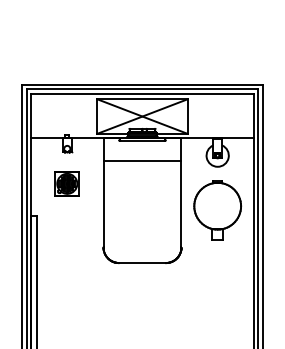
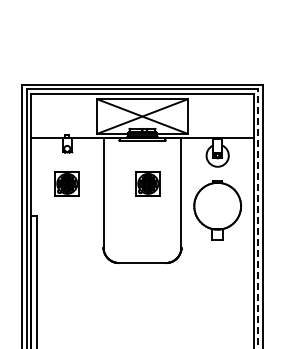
line at (142, 160): present -> none
part at (147, 183): none -> present
line at (258, 218): solid -> dashed
